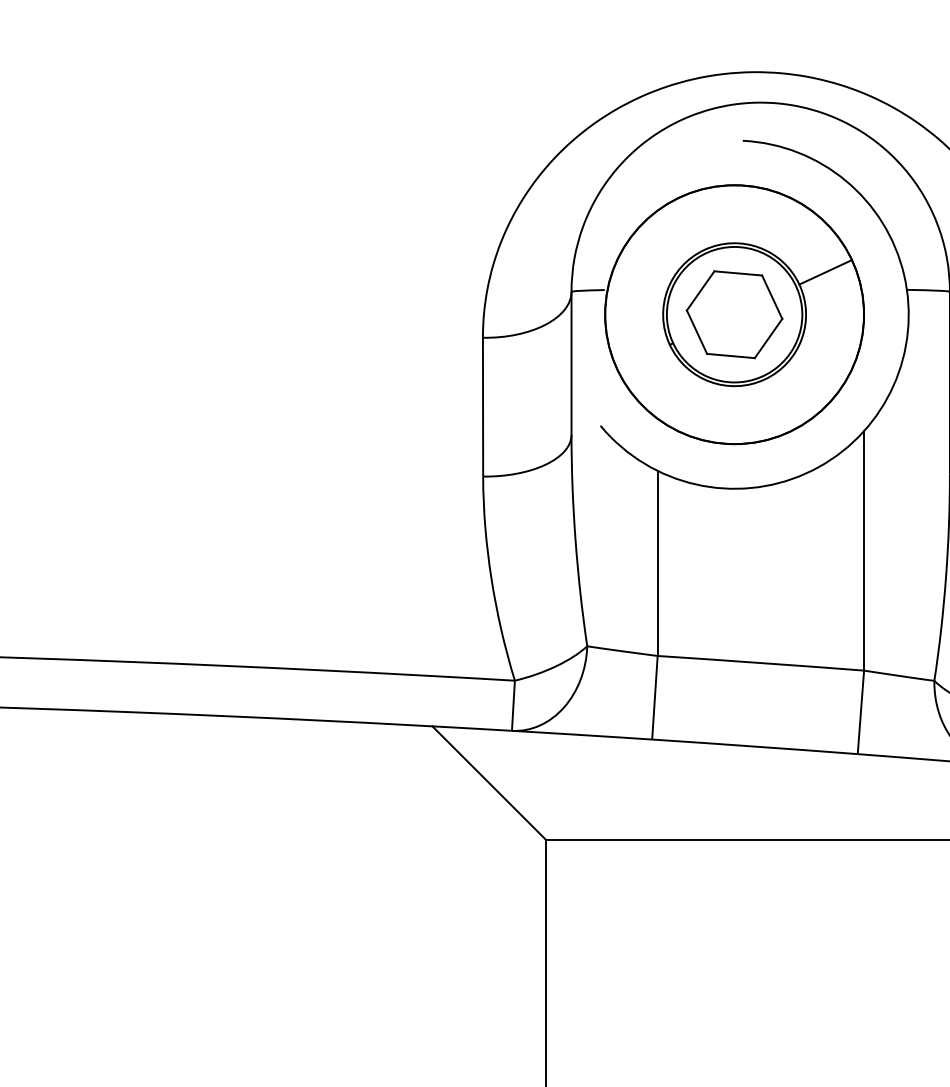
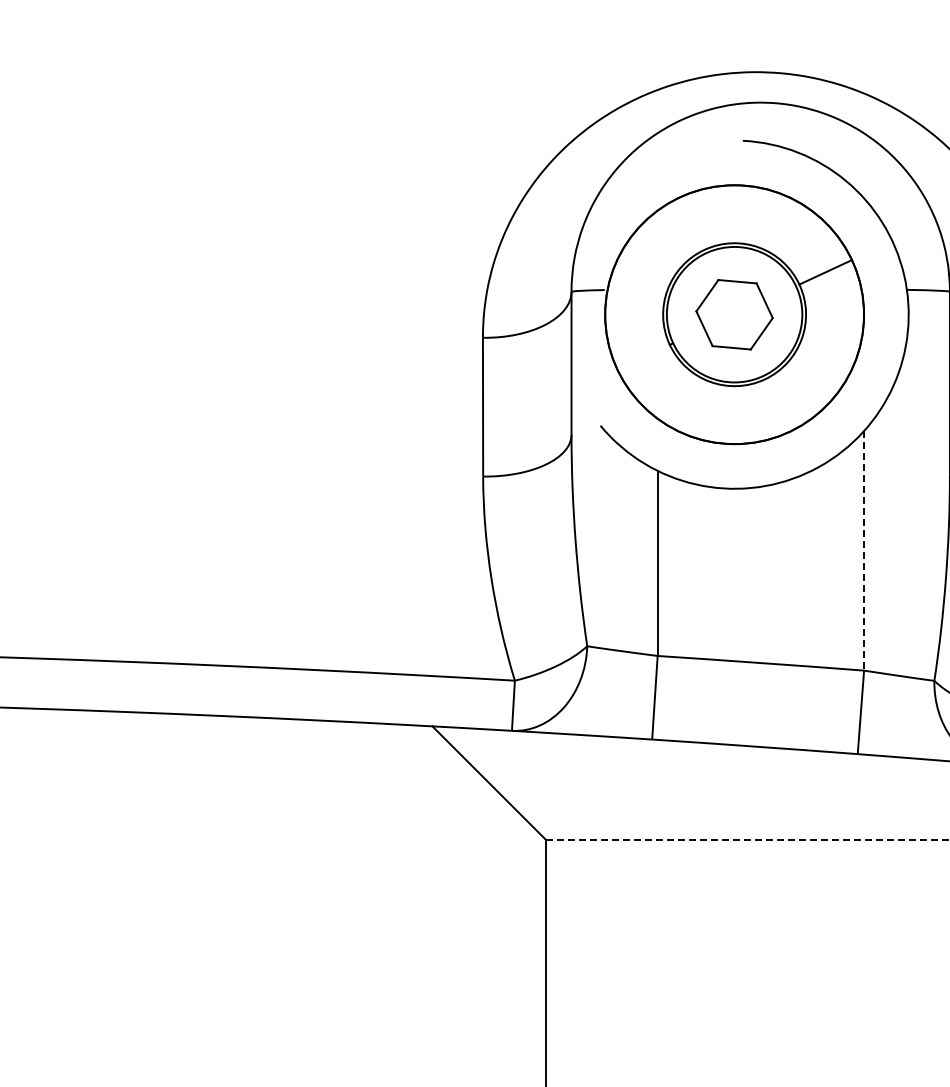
part at (734, 314) size: 99x90 px -> 79x72 px
line at (864, 550): solid -> dashed
line at (747, 839): solid -> dashed
